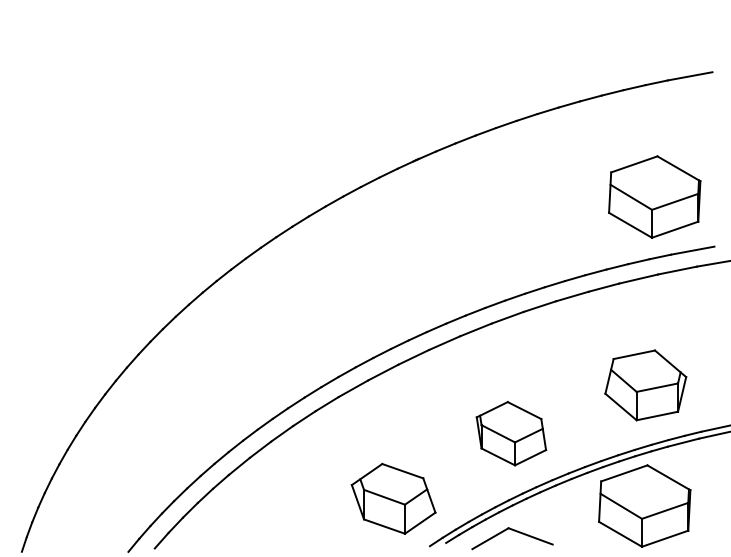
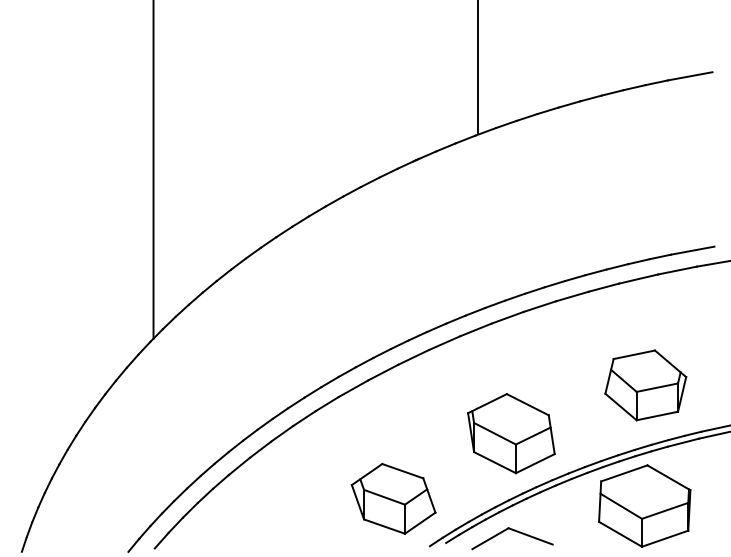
line at (477, 67): none -> present
line at (153, 170): none -> present
part at (654, 196): present -> none
part at (511, 433) size: 73x66 px -> 89x82 px
